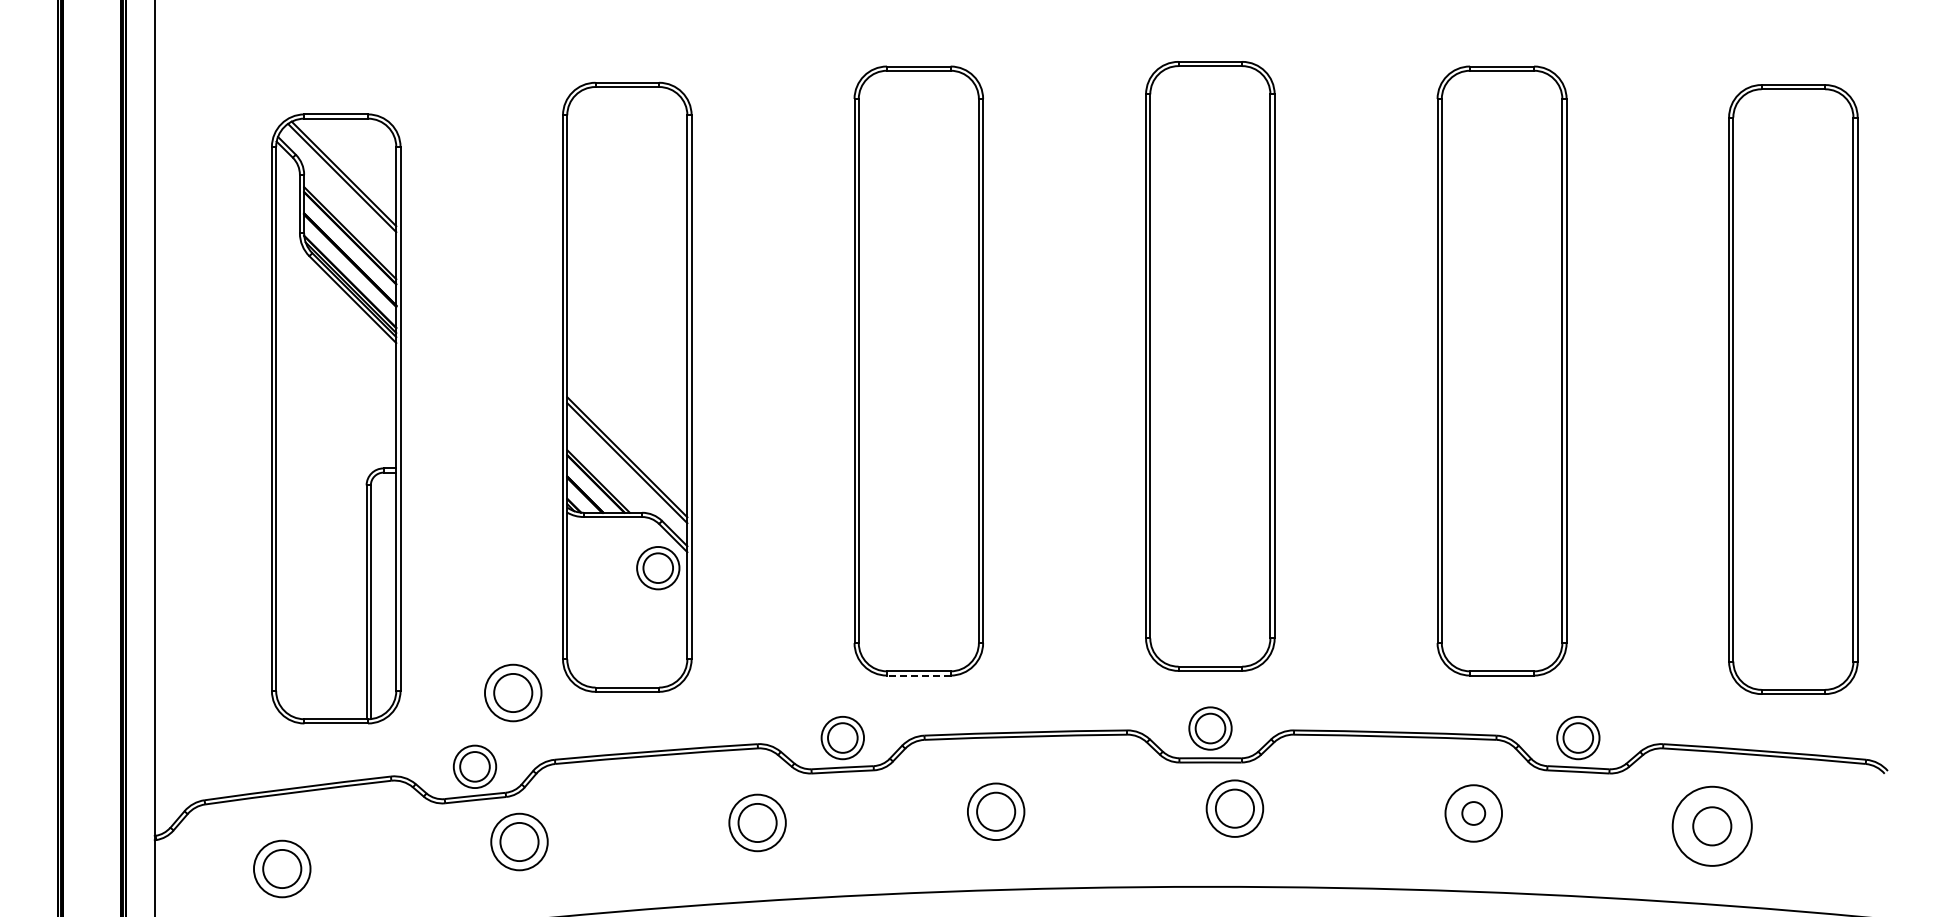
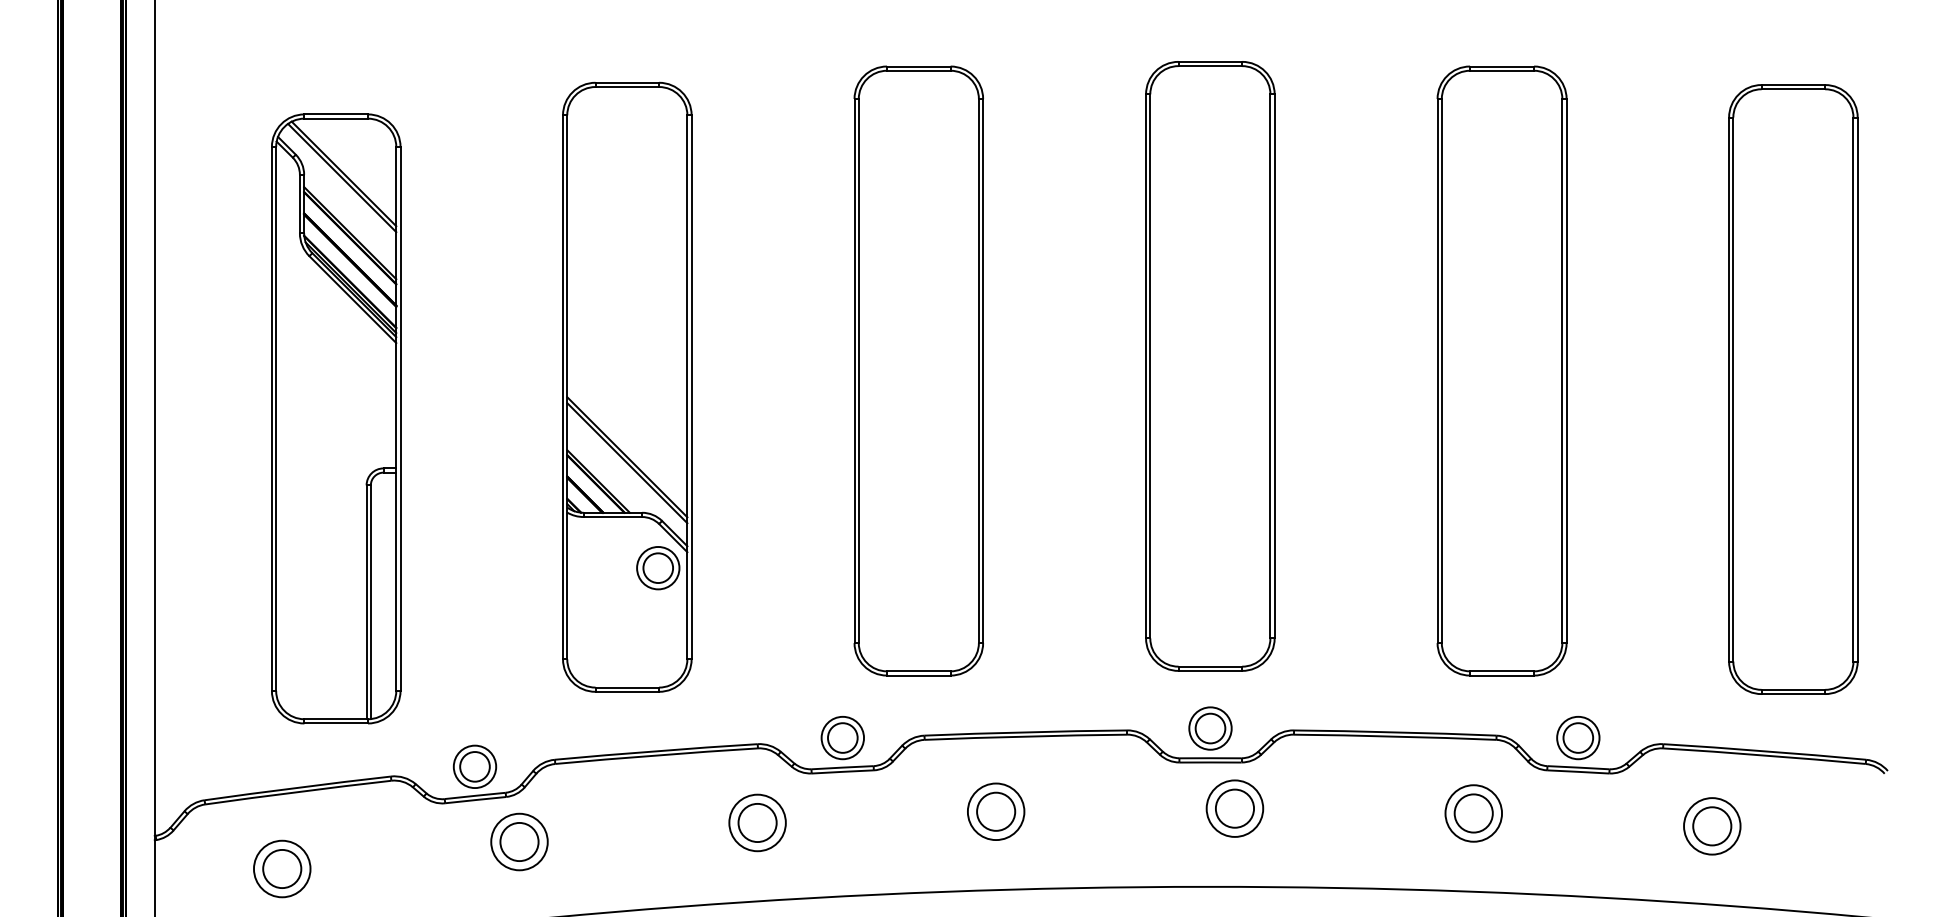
line at (918, 675): dashed -> solid
part at (513, 692): present -> none
circle at (1473, 813) diameter: 23 px -> 38 px
circle at (1711, 825) diameter: 79 px -> 57 px
